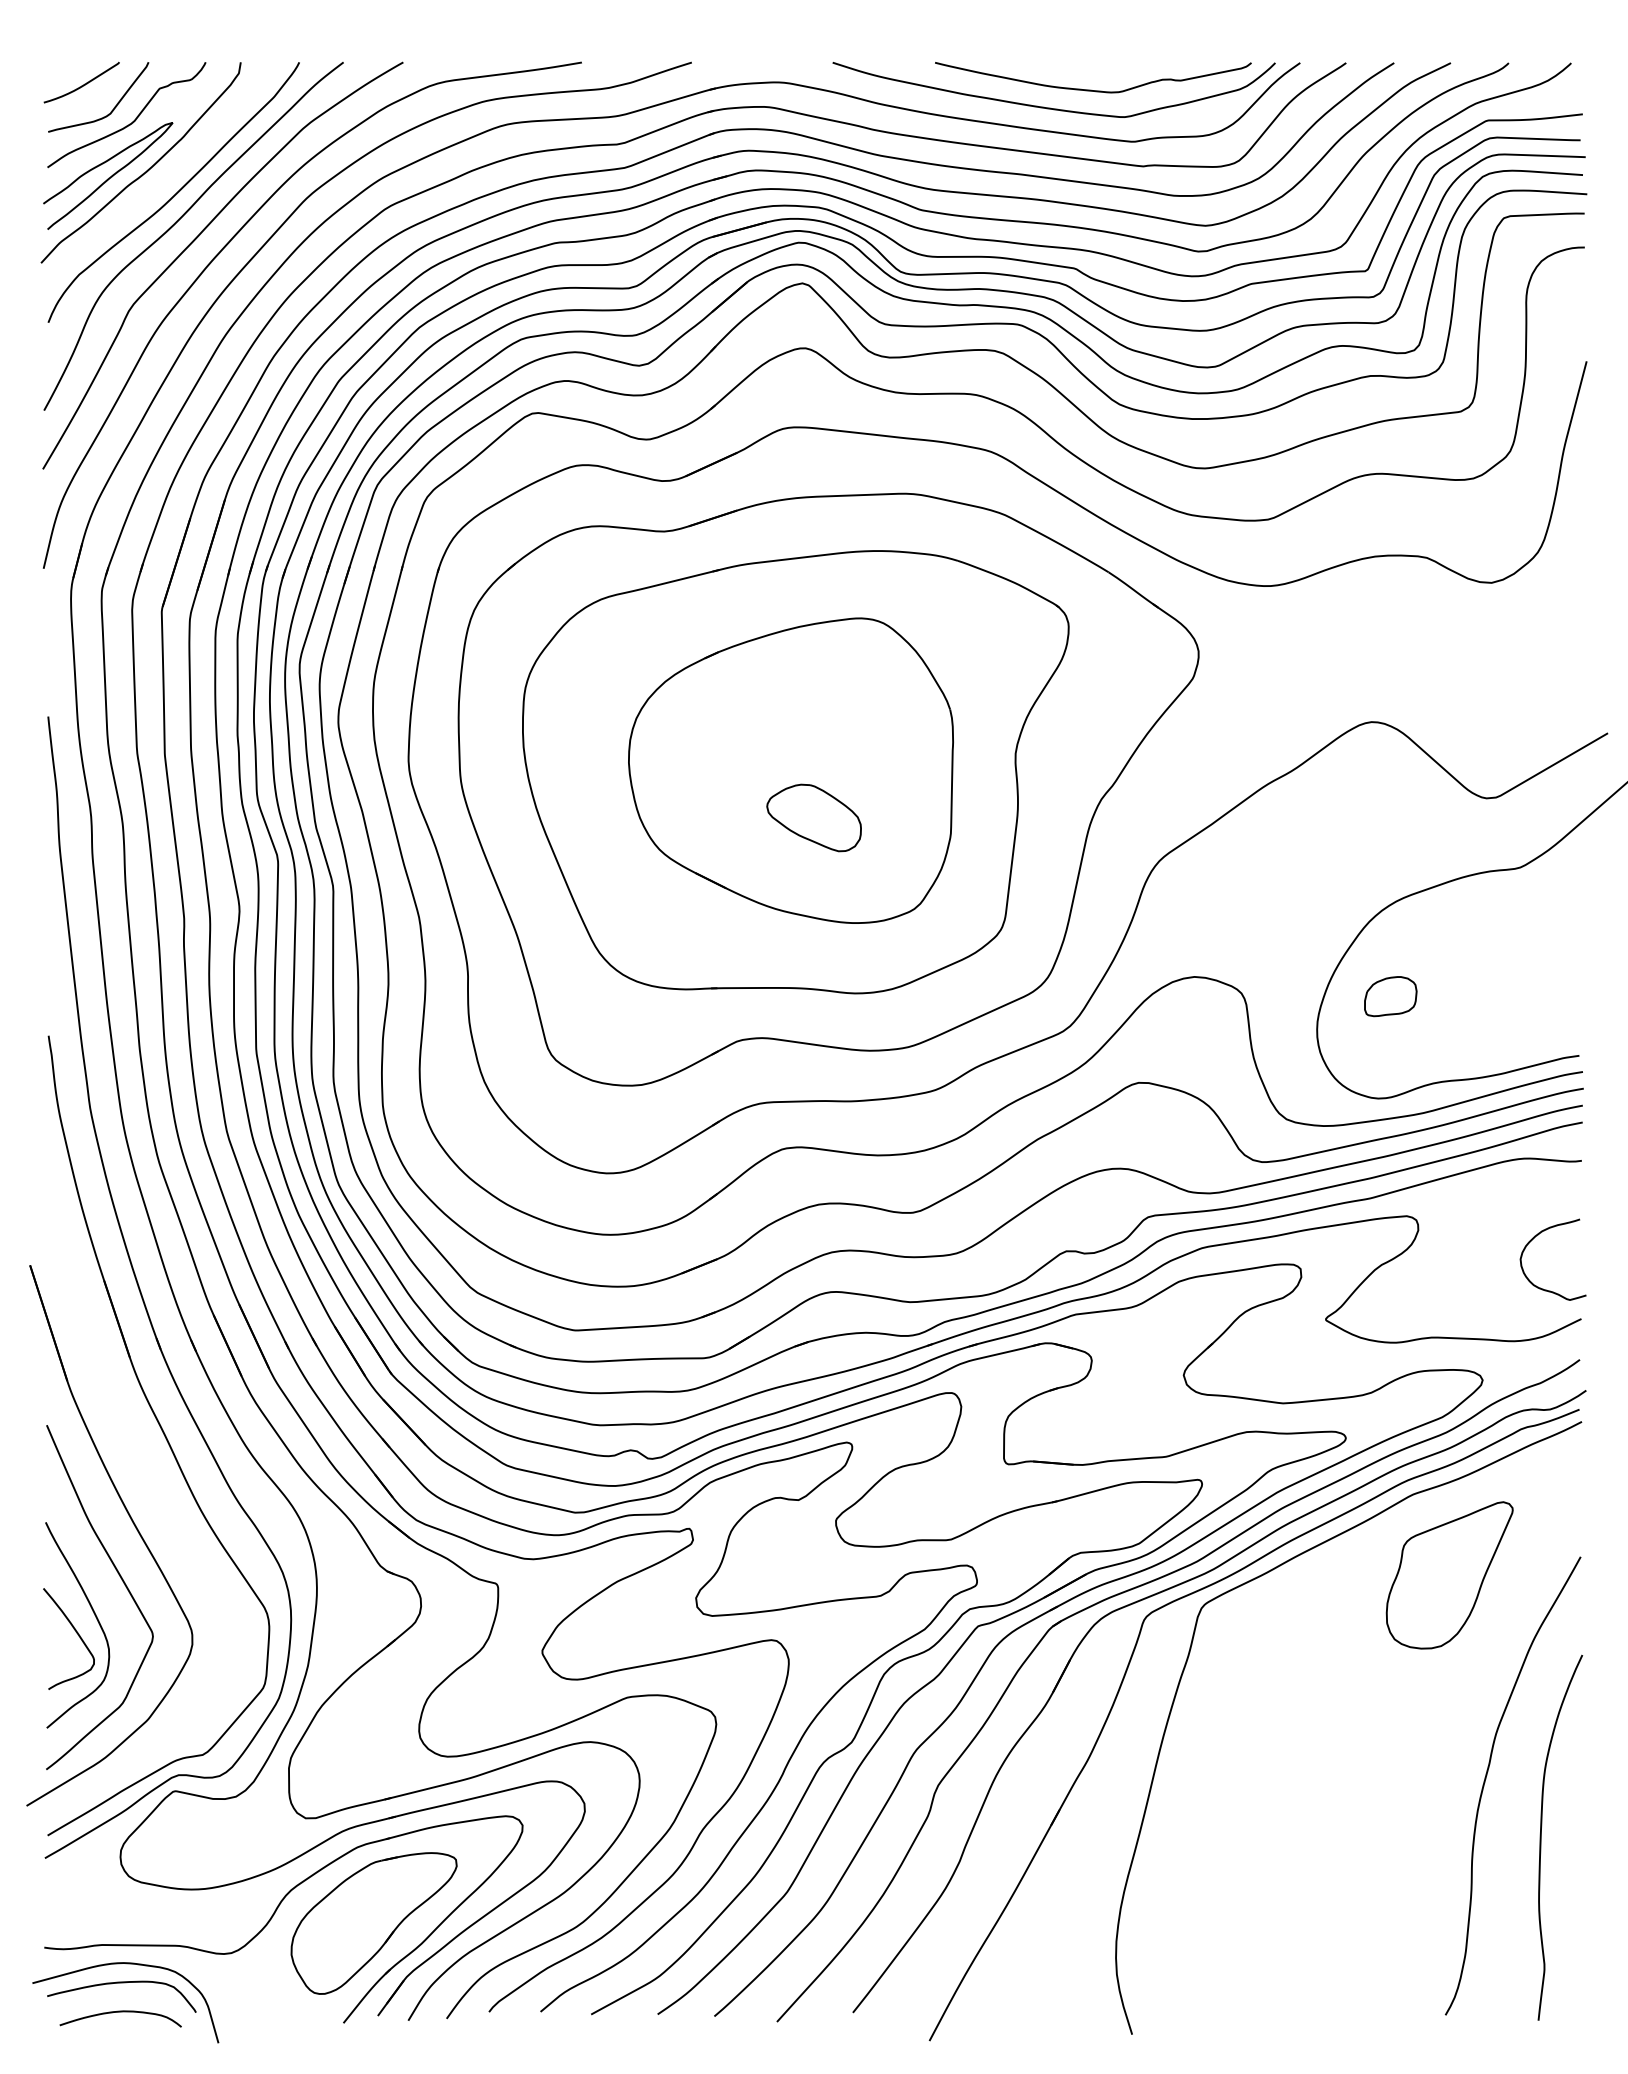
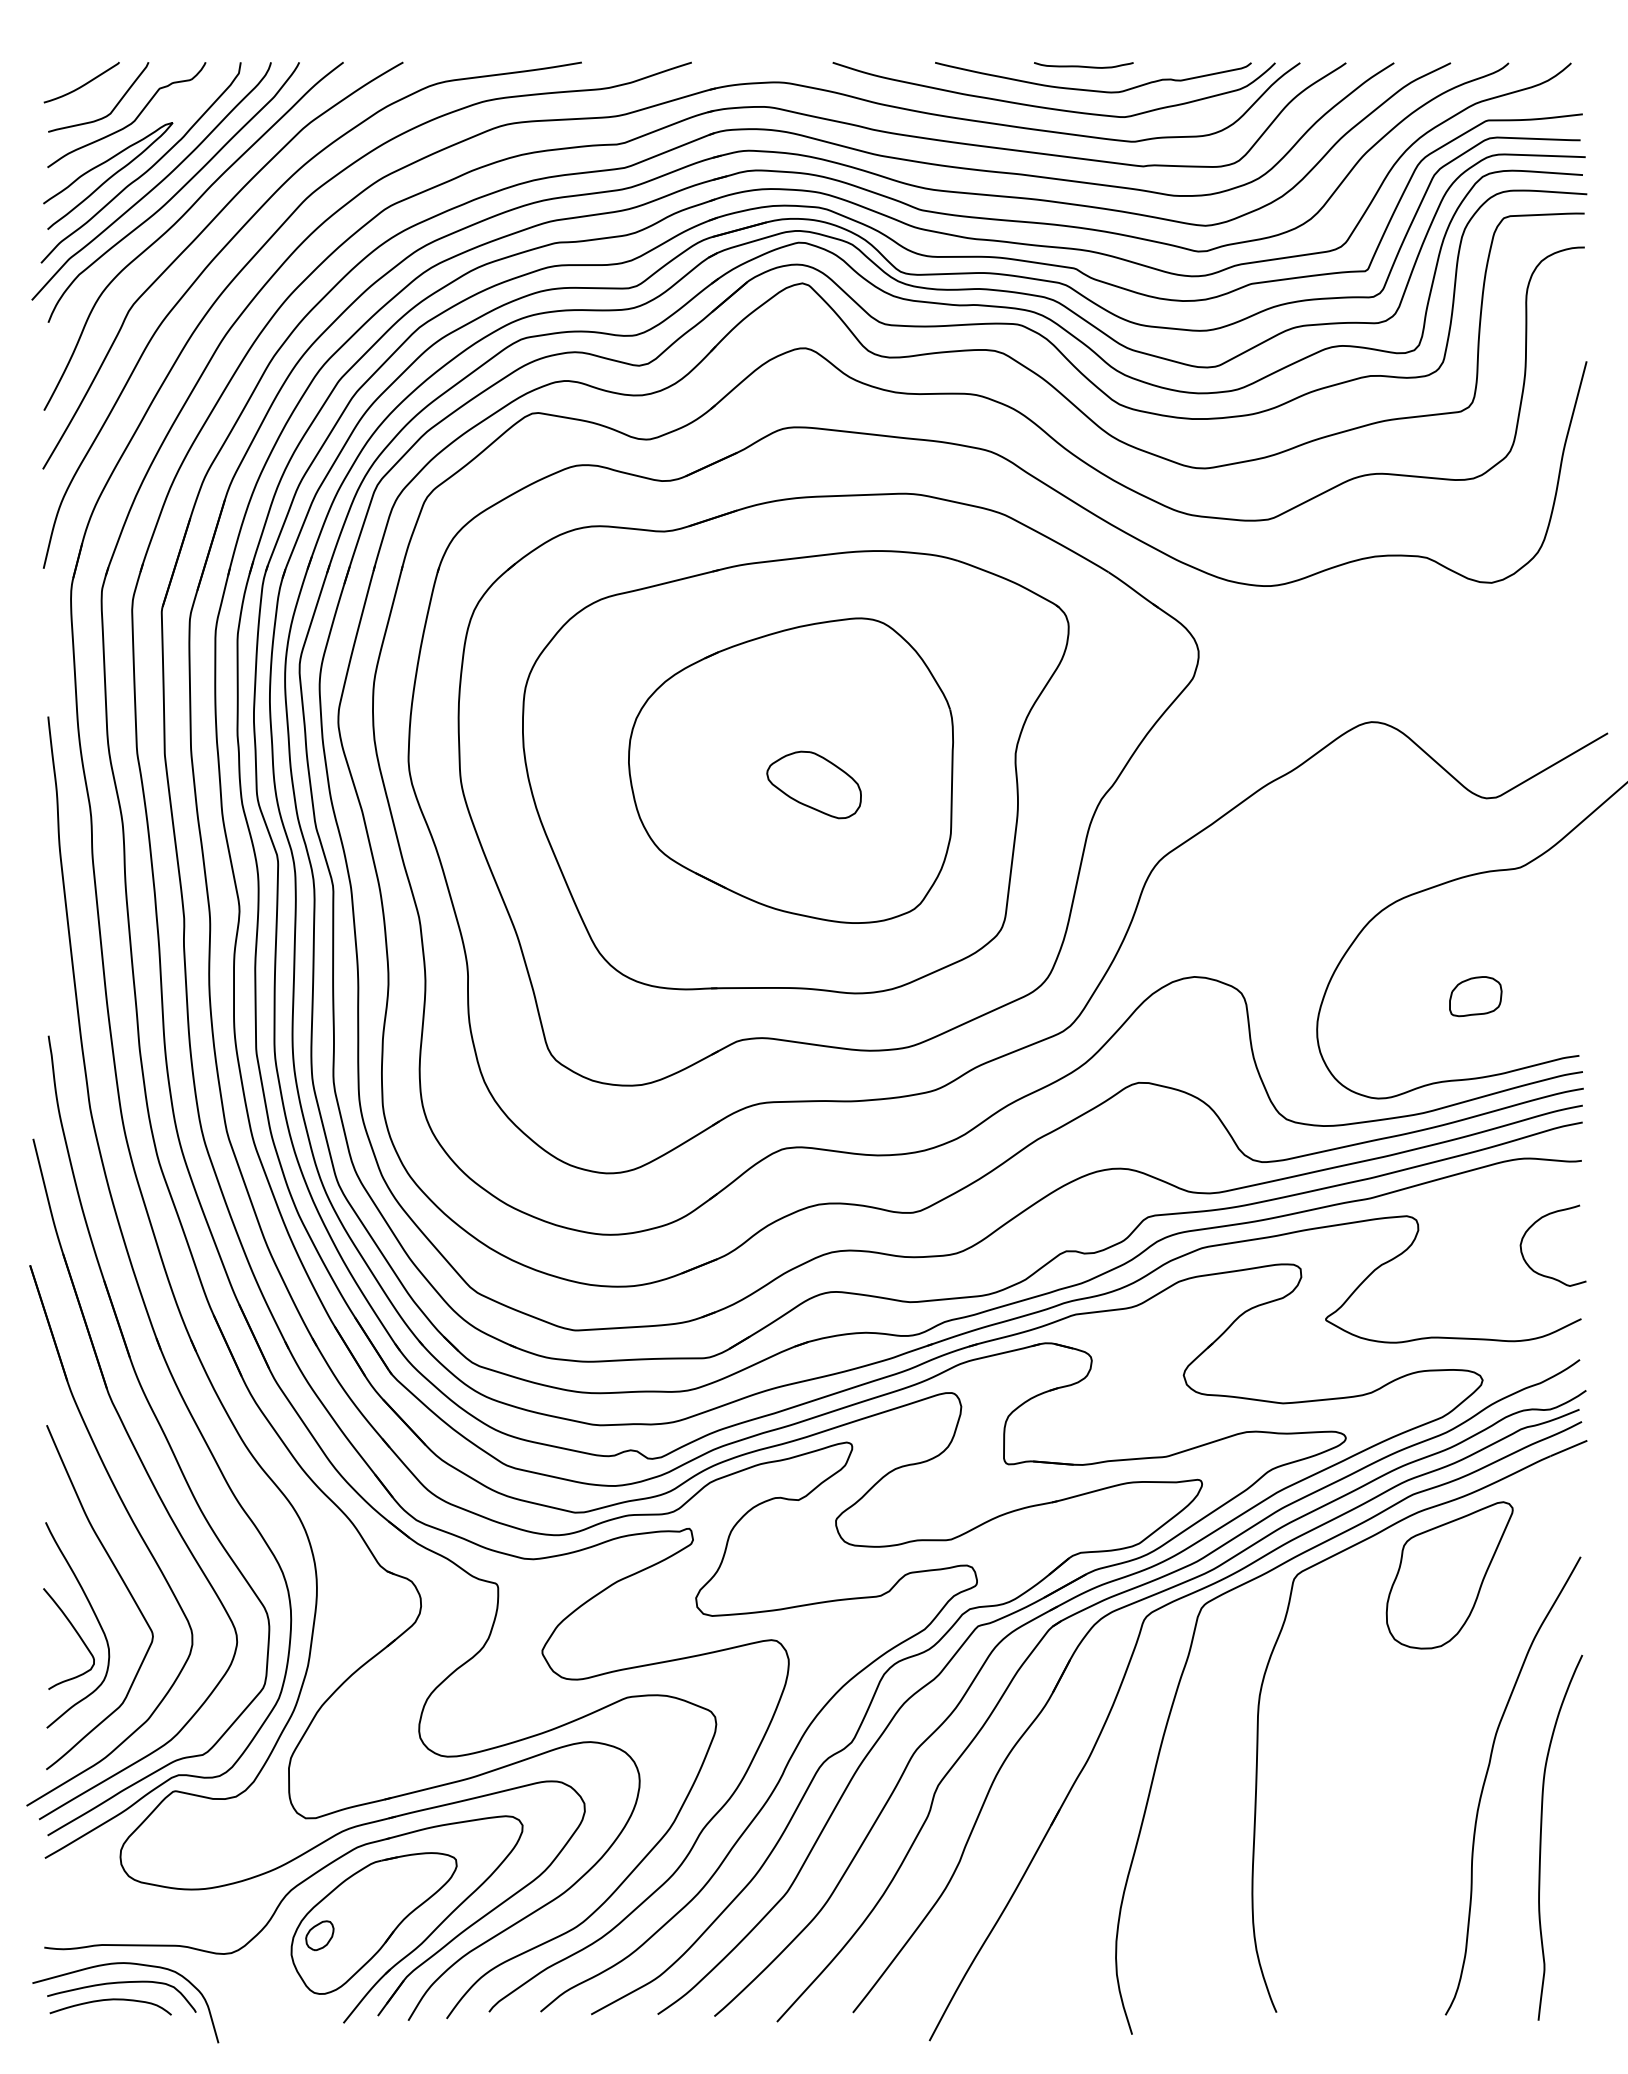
curve at (1083, 65): none -> present
curve at (155, 185): none -> present
part at (813, 817) position: (813, 817) -> (813, 784)
part at (1390, 996) position: (1390, 996) -> (1475, 996)
curve at (1533, 1239) position: (1533, 1239) -> (1533, 1225)
part at (146, 1473): none -> present
part at (1259, 1712): none -> present
part at (319, 1935): none -> present
curve at (120, 2012) position: (120, 2012) -> (110, 2000)
